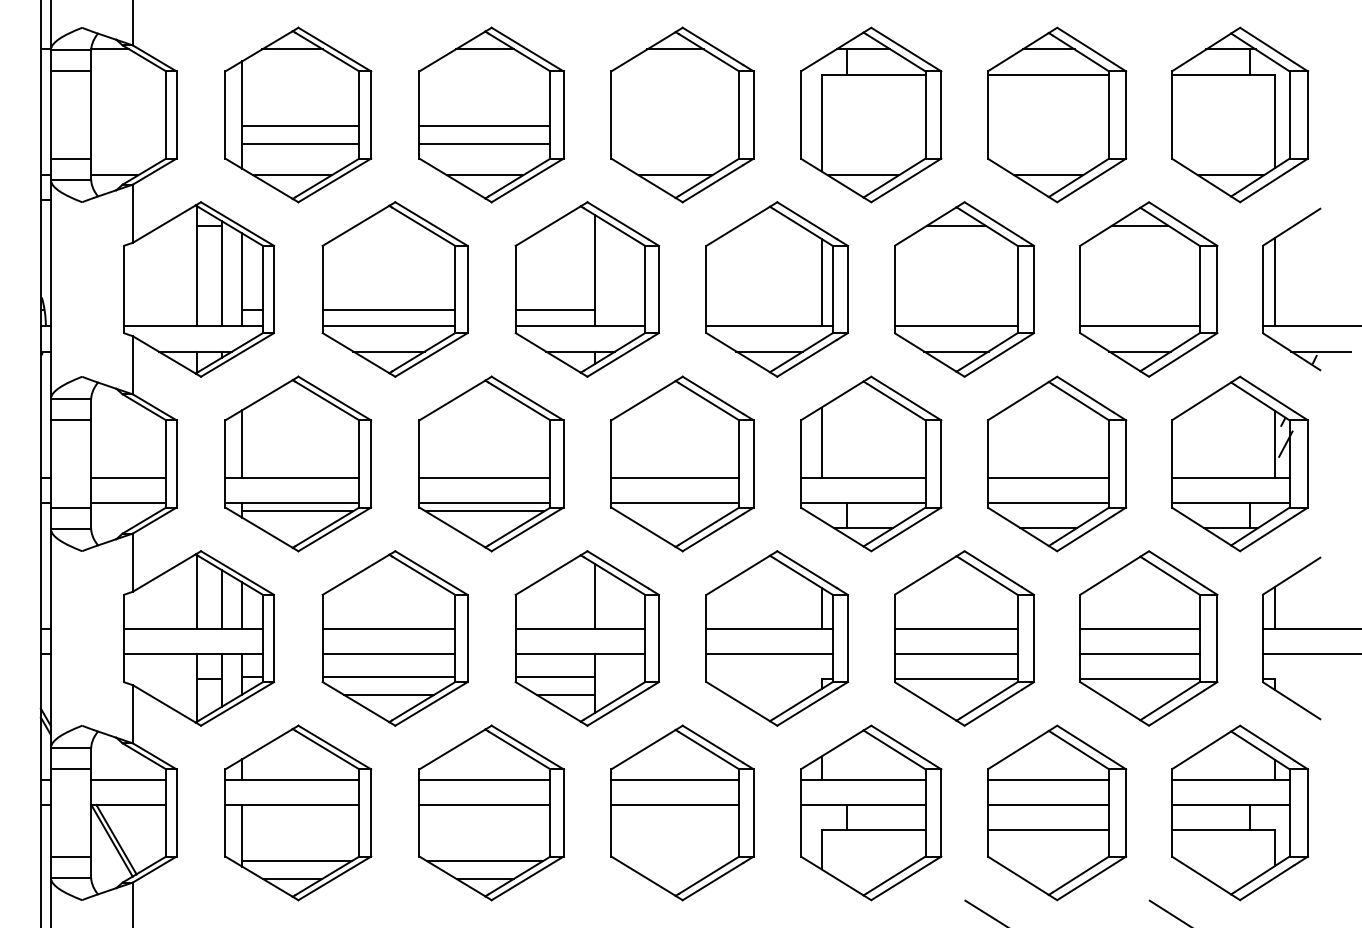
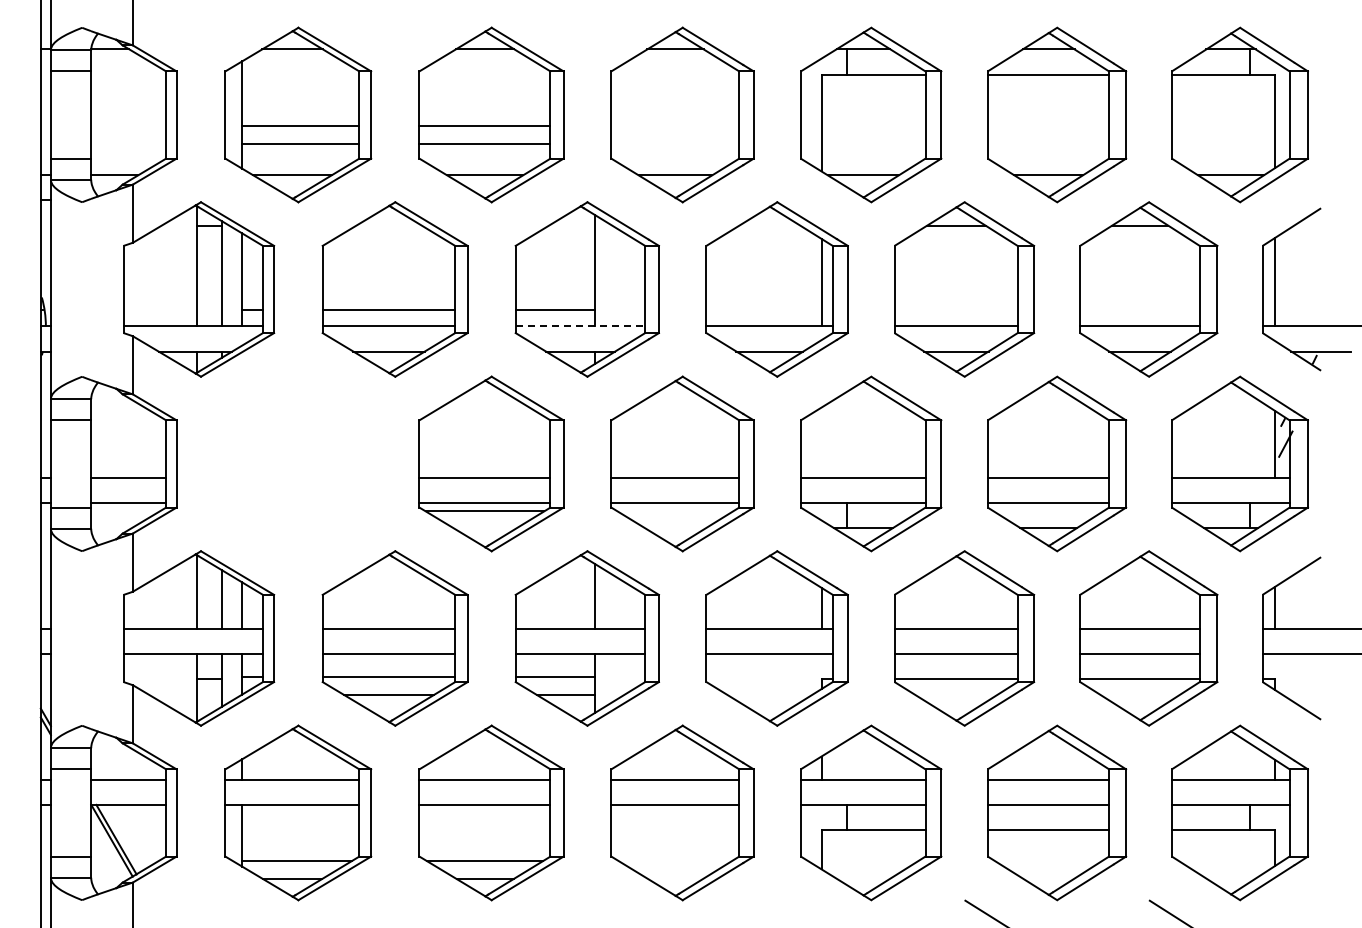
line at (580, 326): solid -> dashed
line at (821, 442): present -> none
part at (298, 463): present -> none
